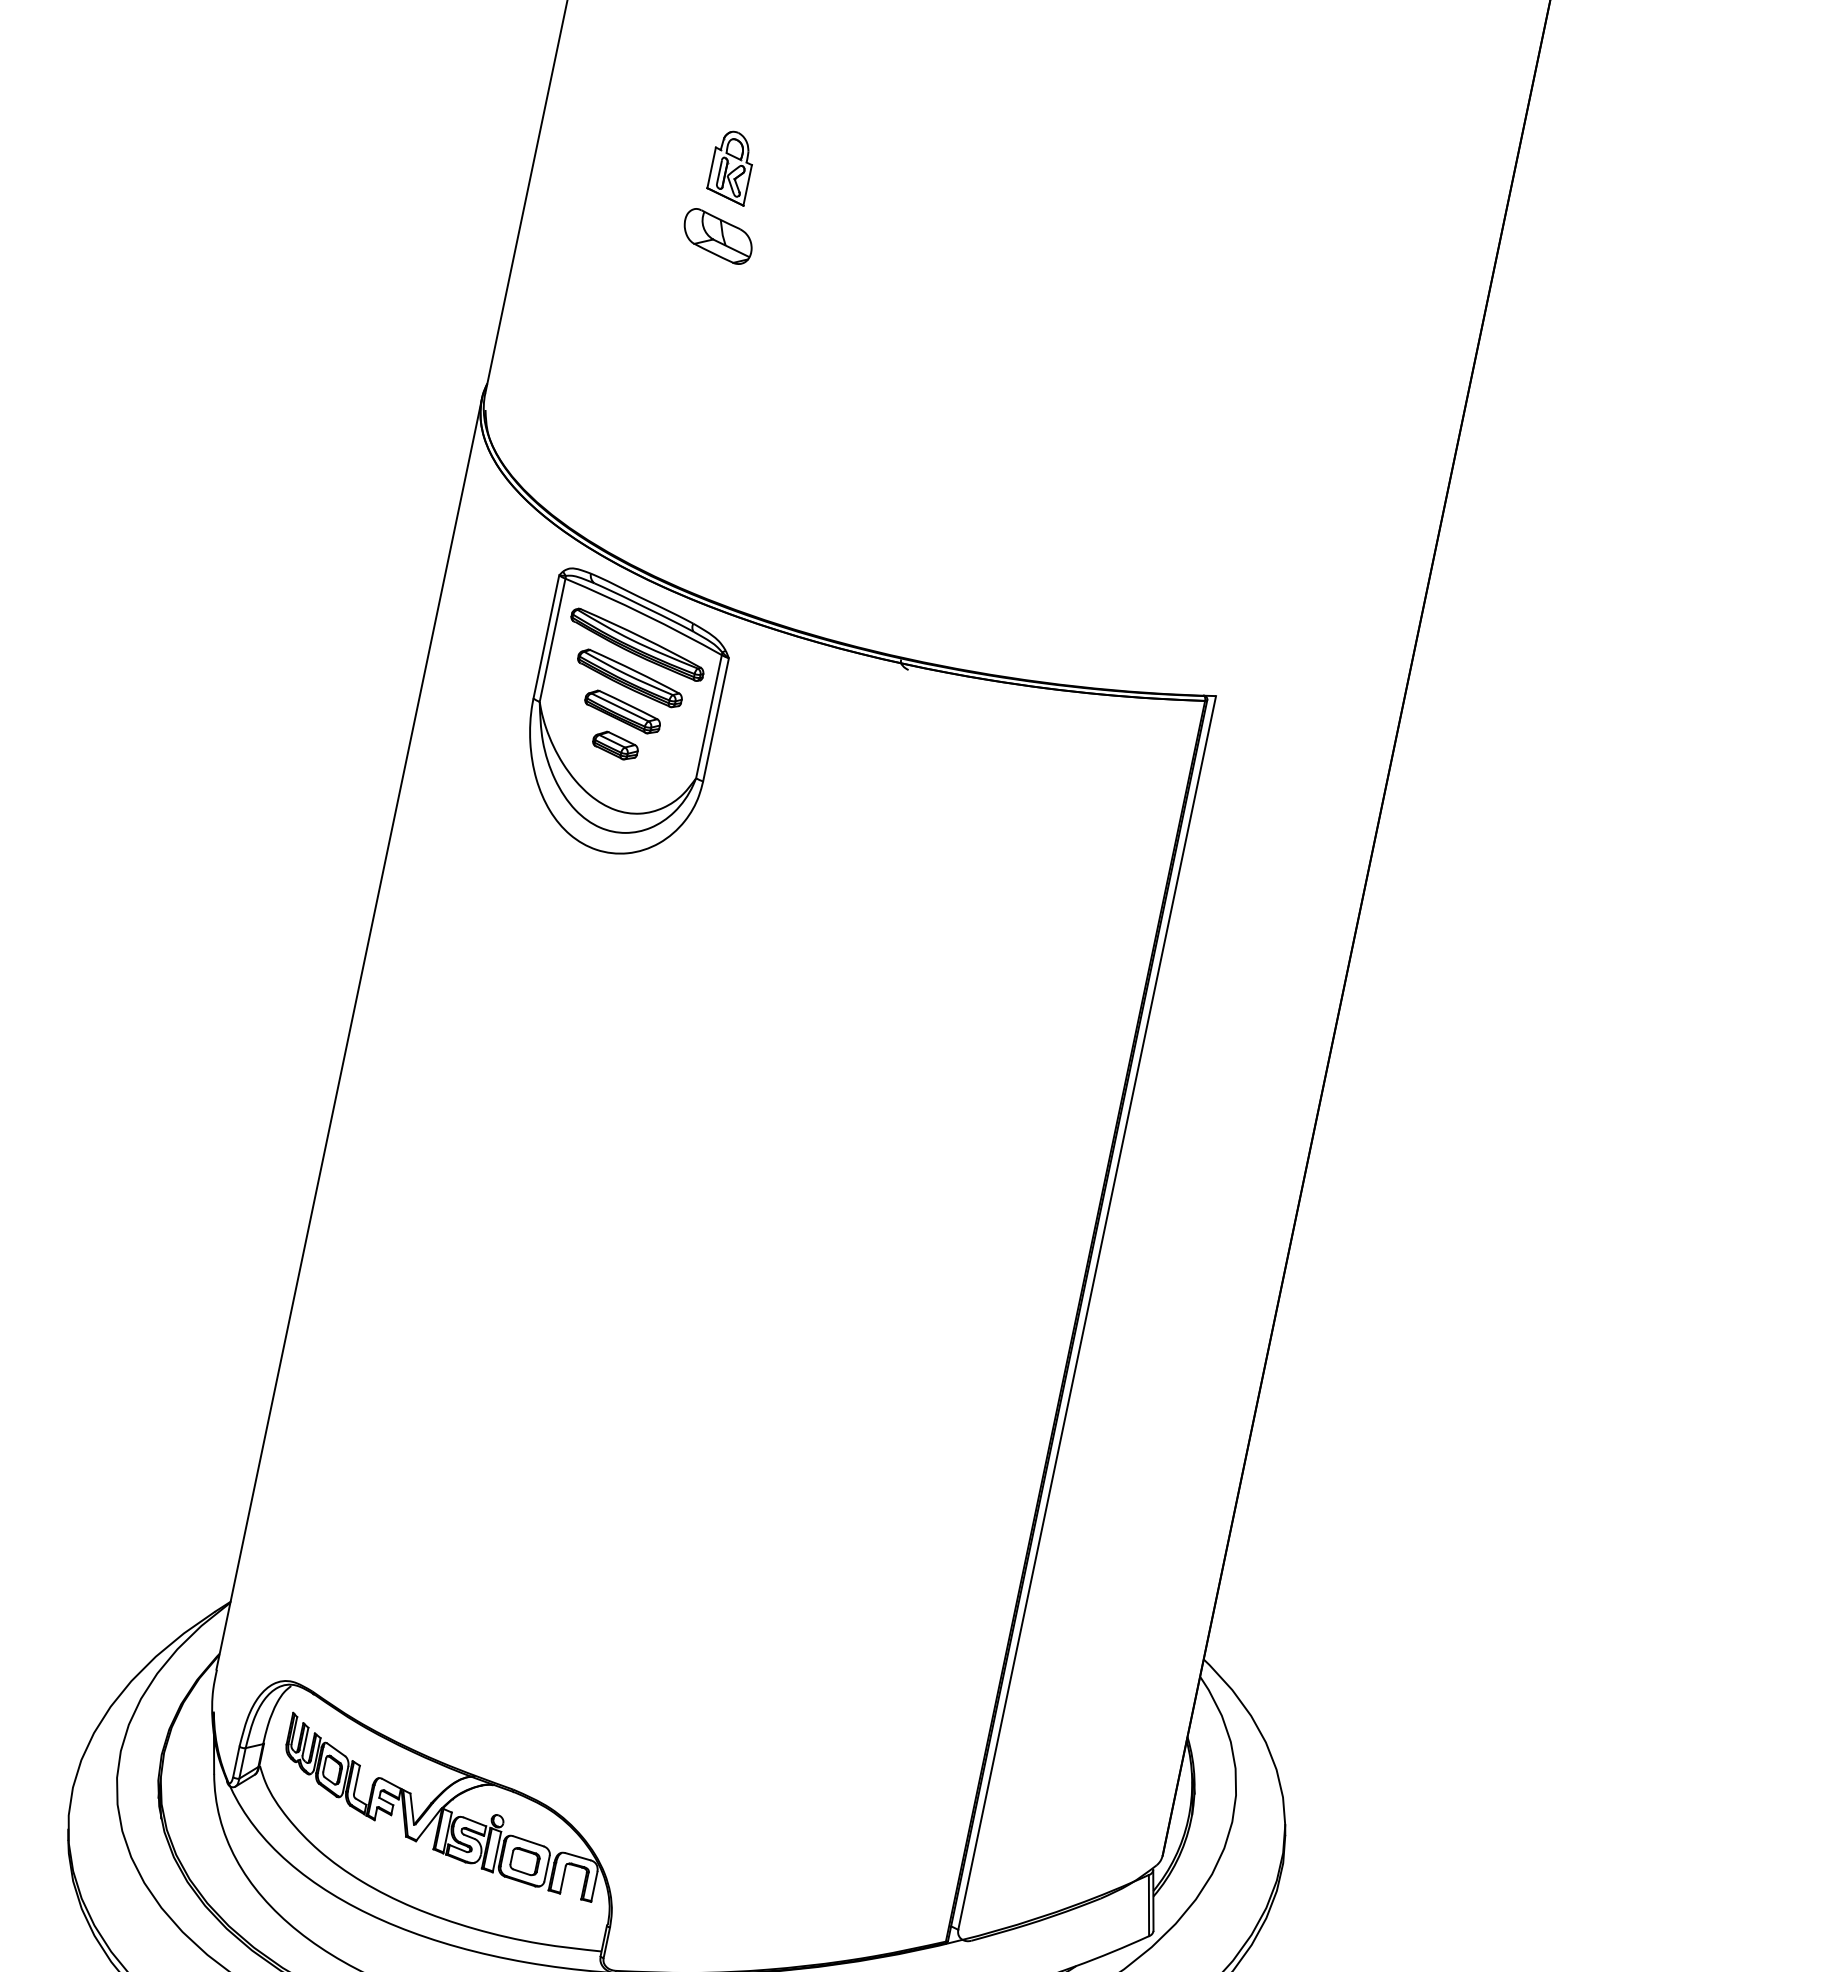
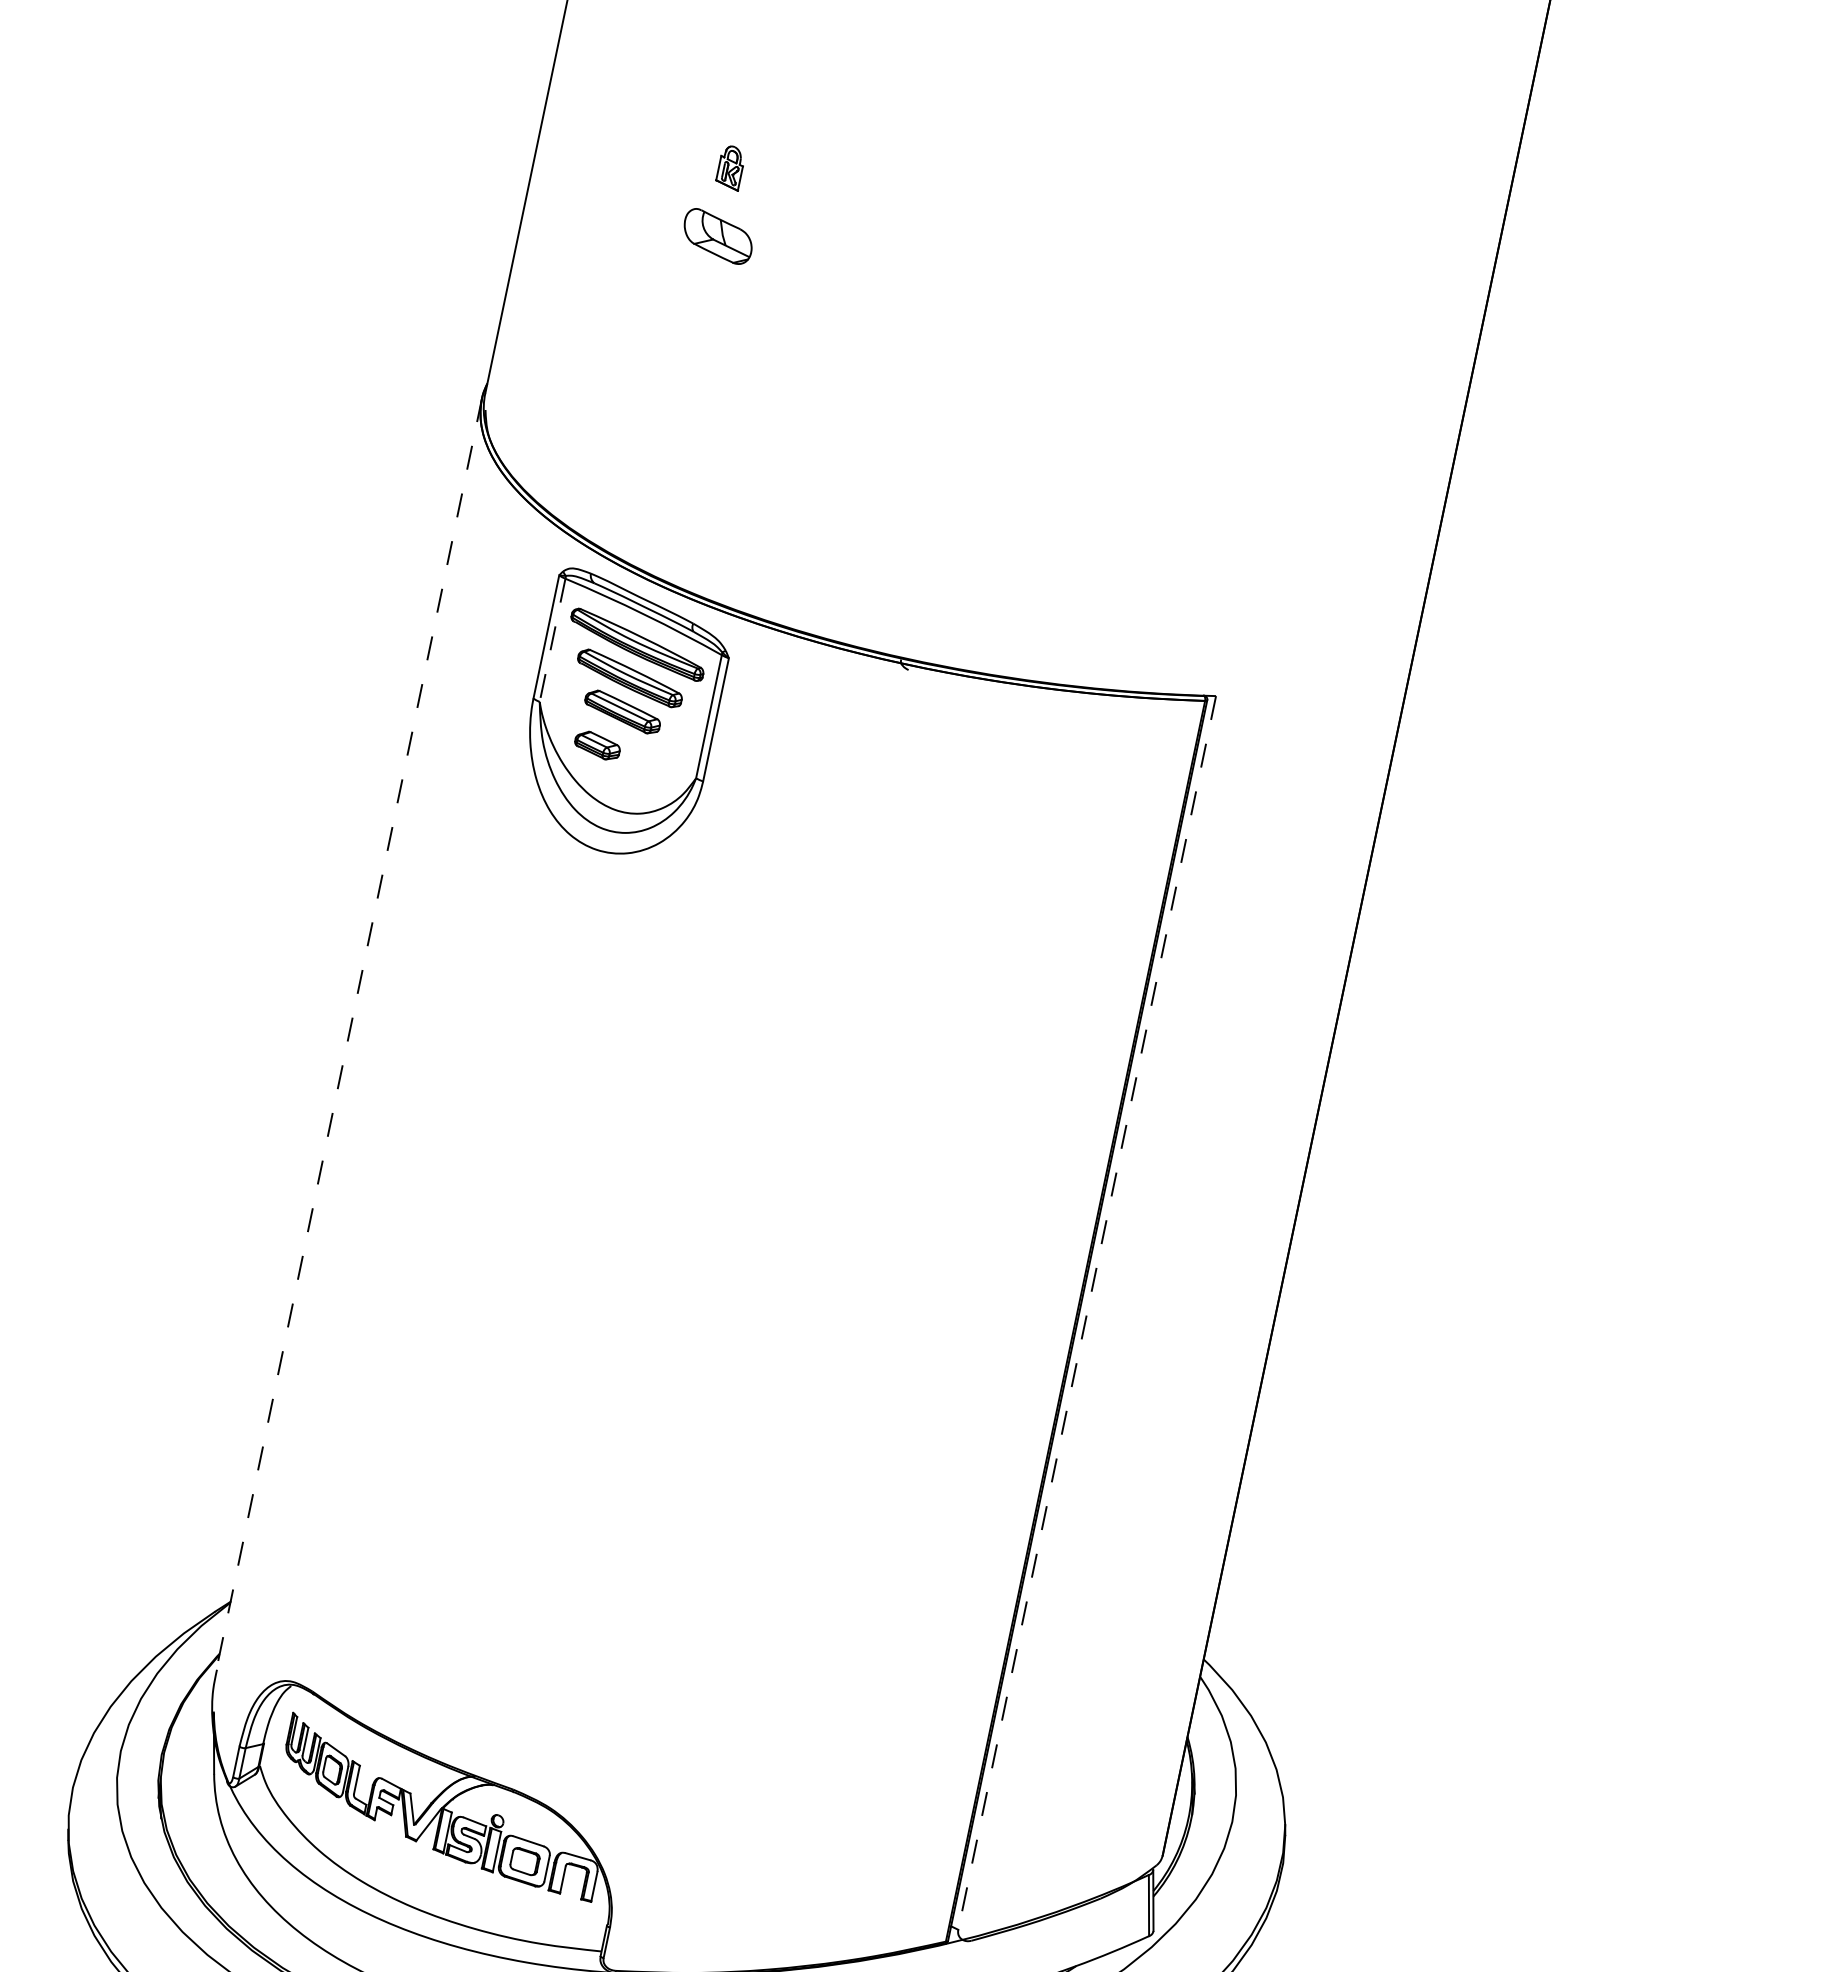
part at (729, 168) size: 47x77 px -> 29x47 px
line at (552, 640): solid -> dashed
part at (615, 745) position: (615, 745) -> (597, 745)
line at (349, 1034): solid -> dashed
line at (1087, 1313): solid -> dashed
